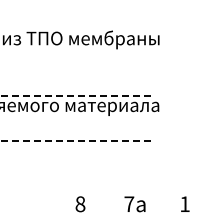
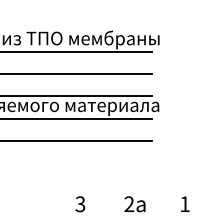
line at (77, 51): none -> present
line at (77, 74): none -> present
line at (76, 96): dashed -> solid
line at (77, 118): none -> present
line at (76, 140): dashed -> solid
text at (129, 203): 7 -> 2
text at (80, 204): 8 -> 3
